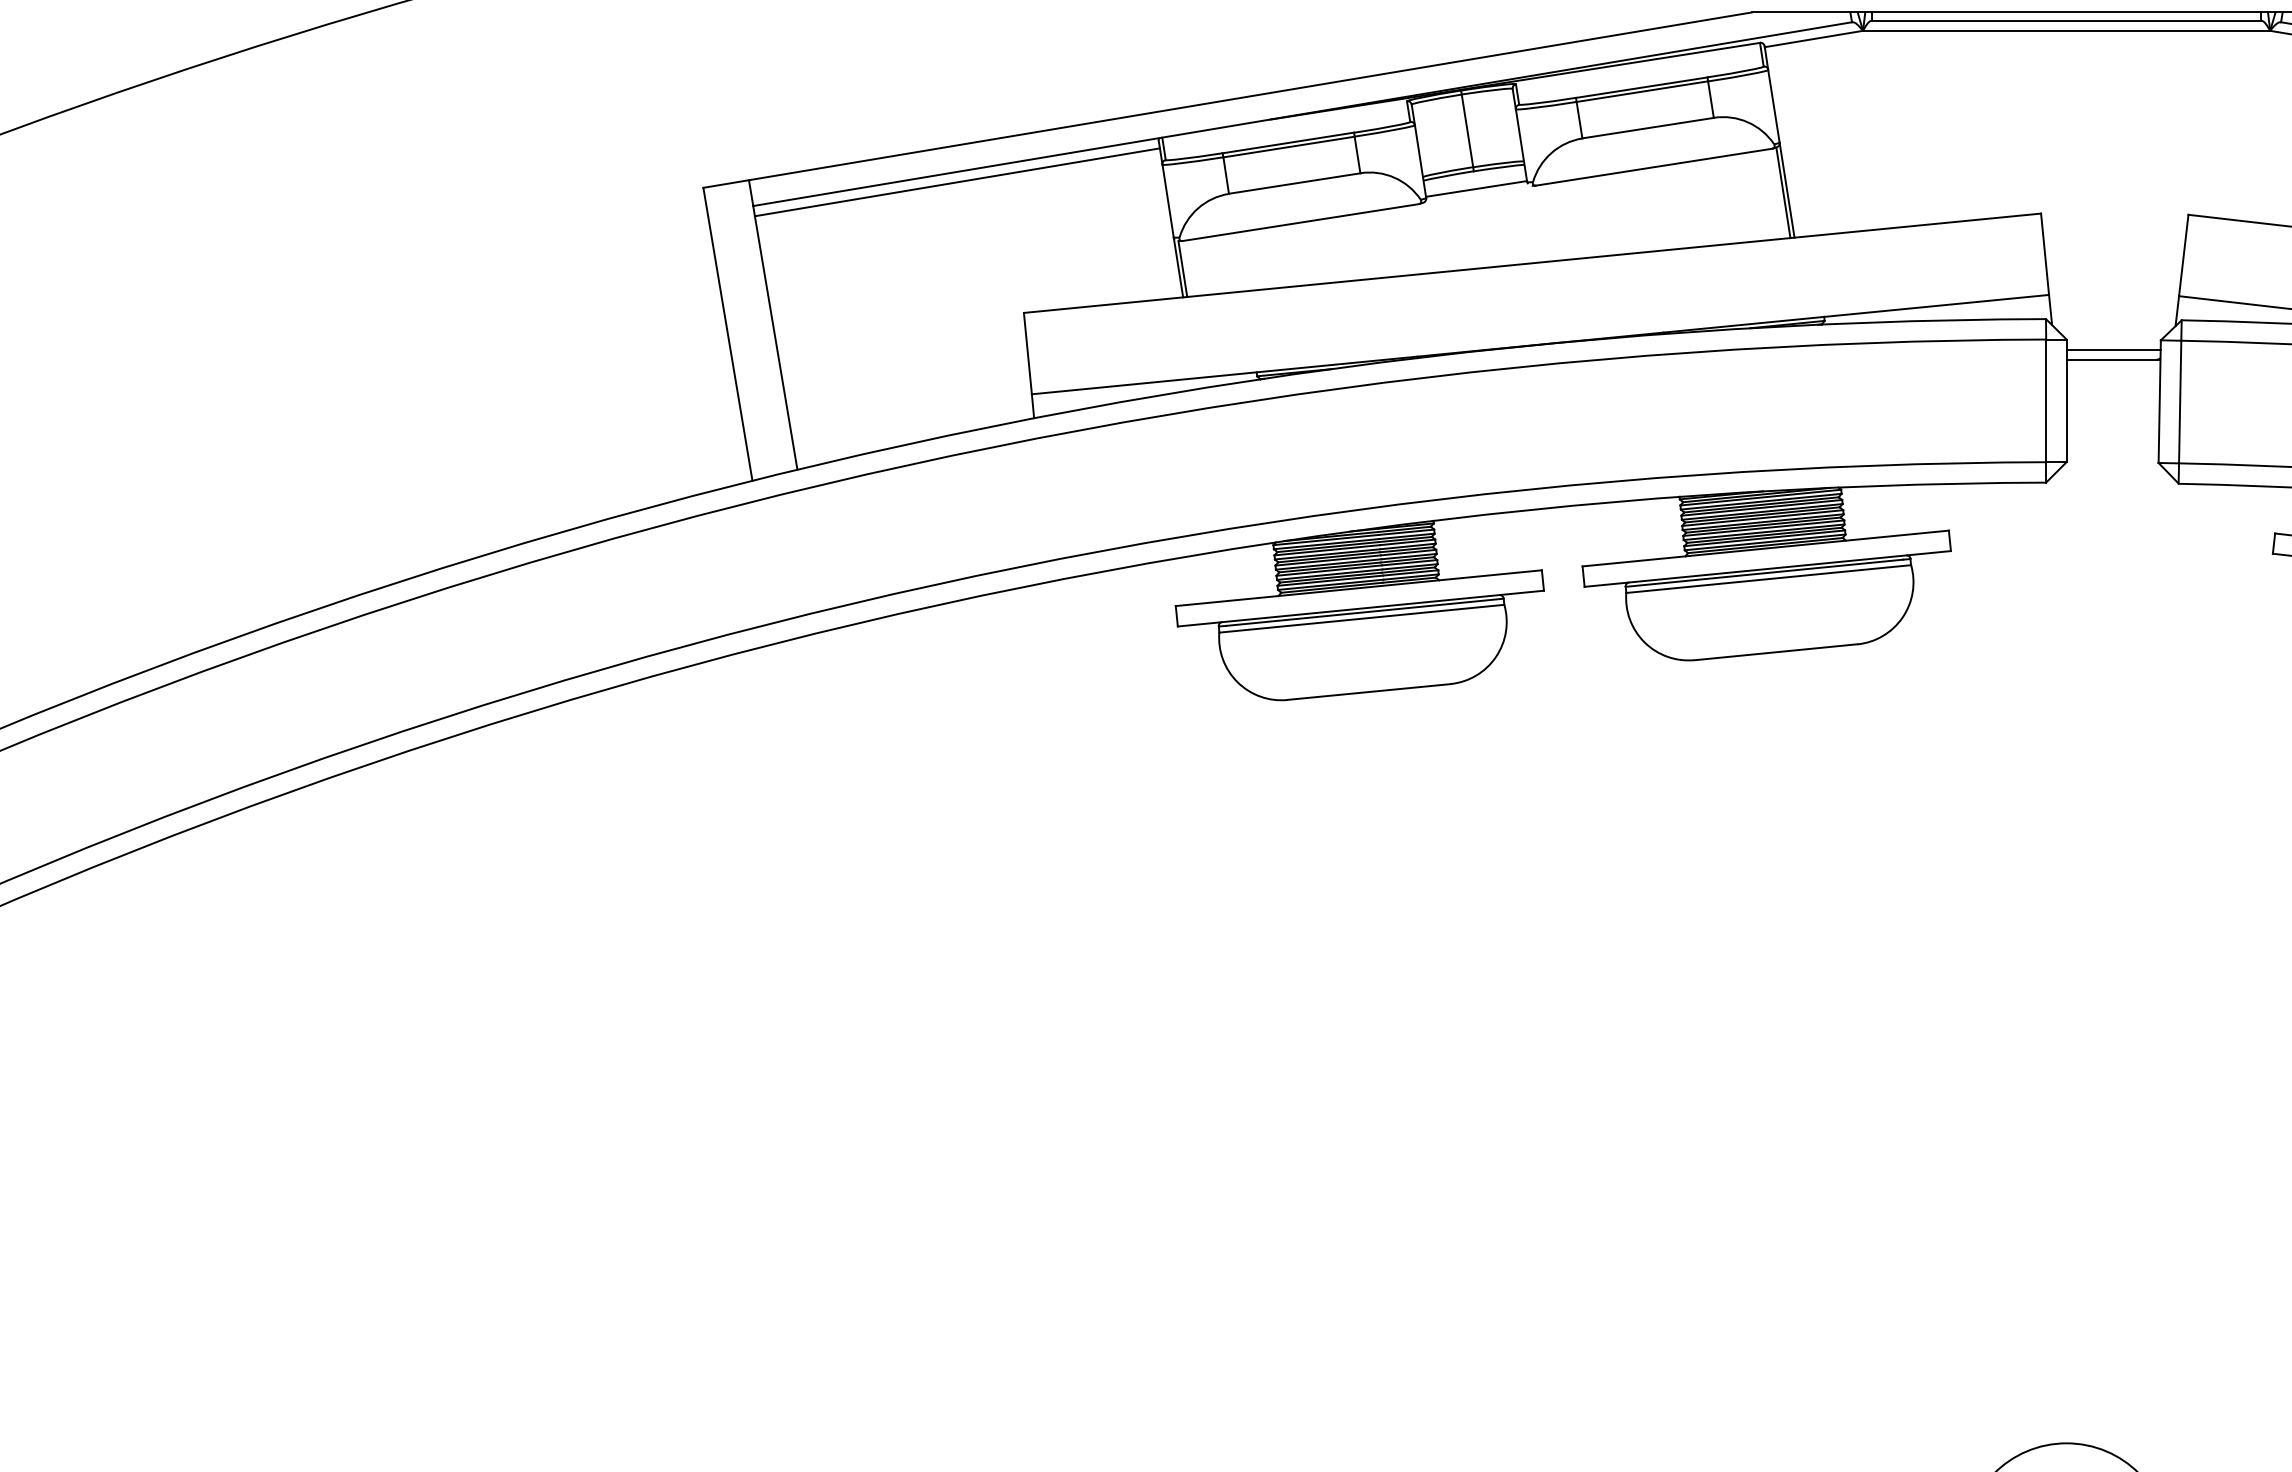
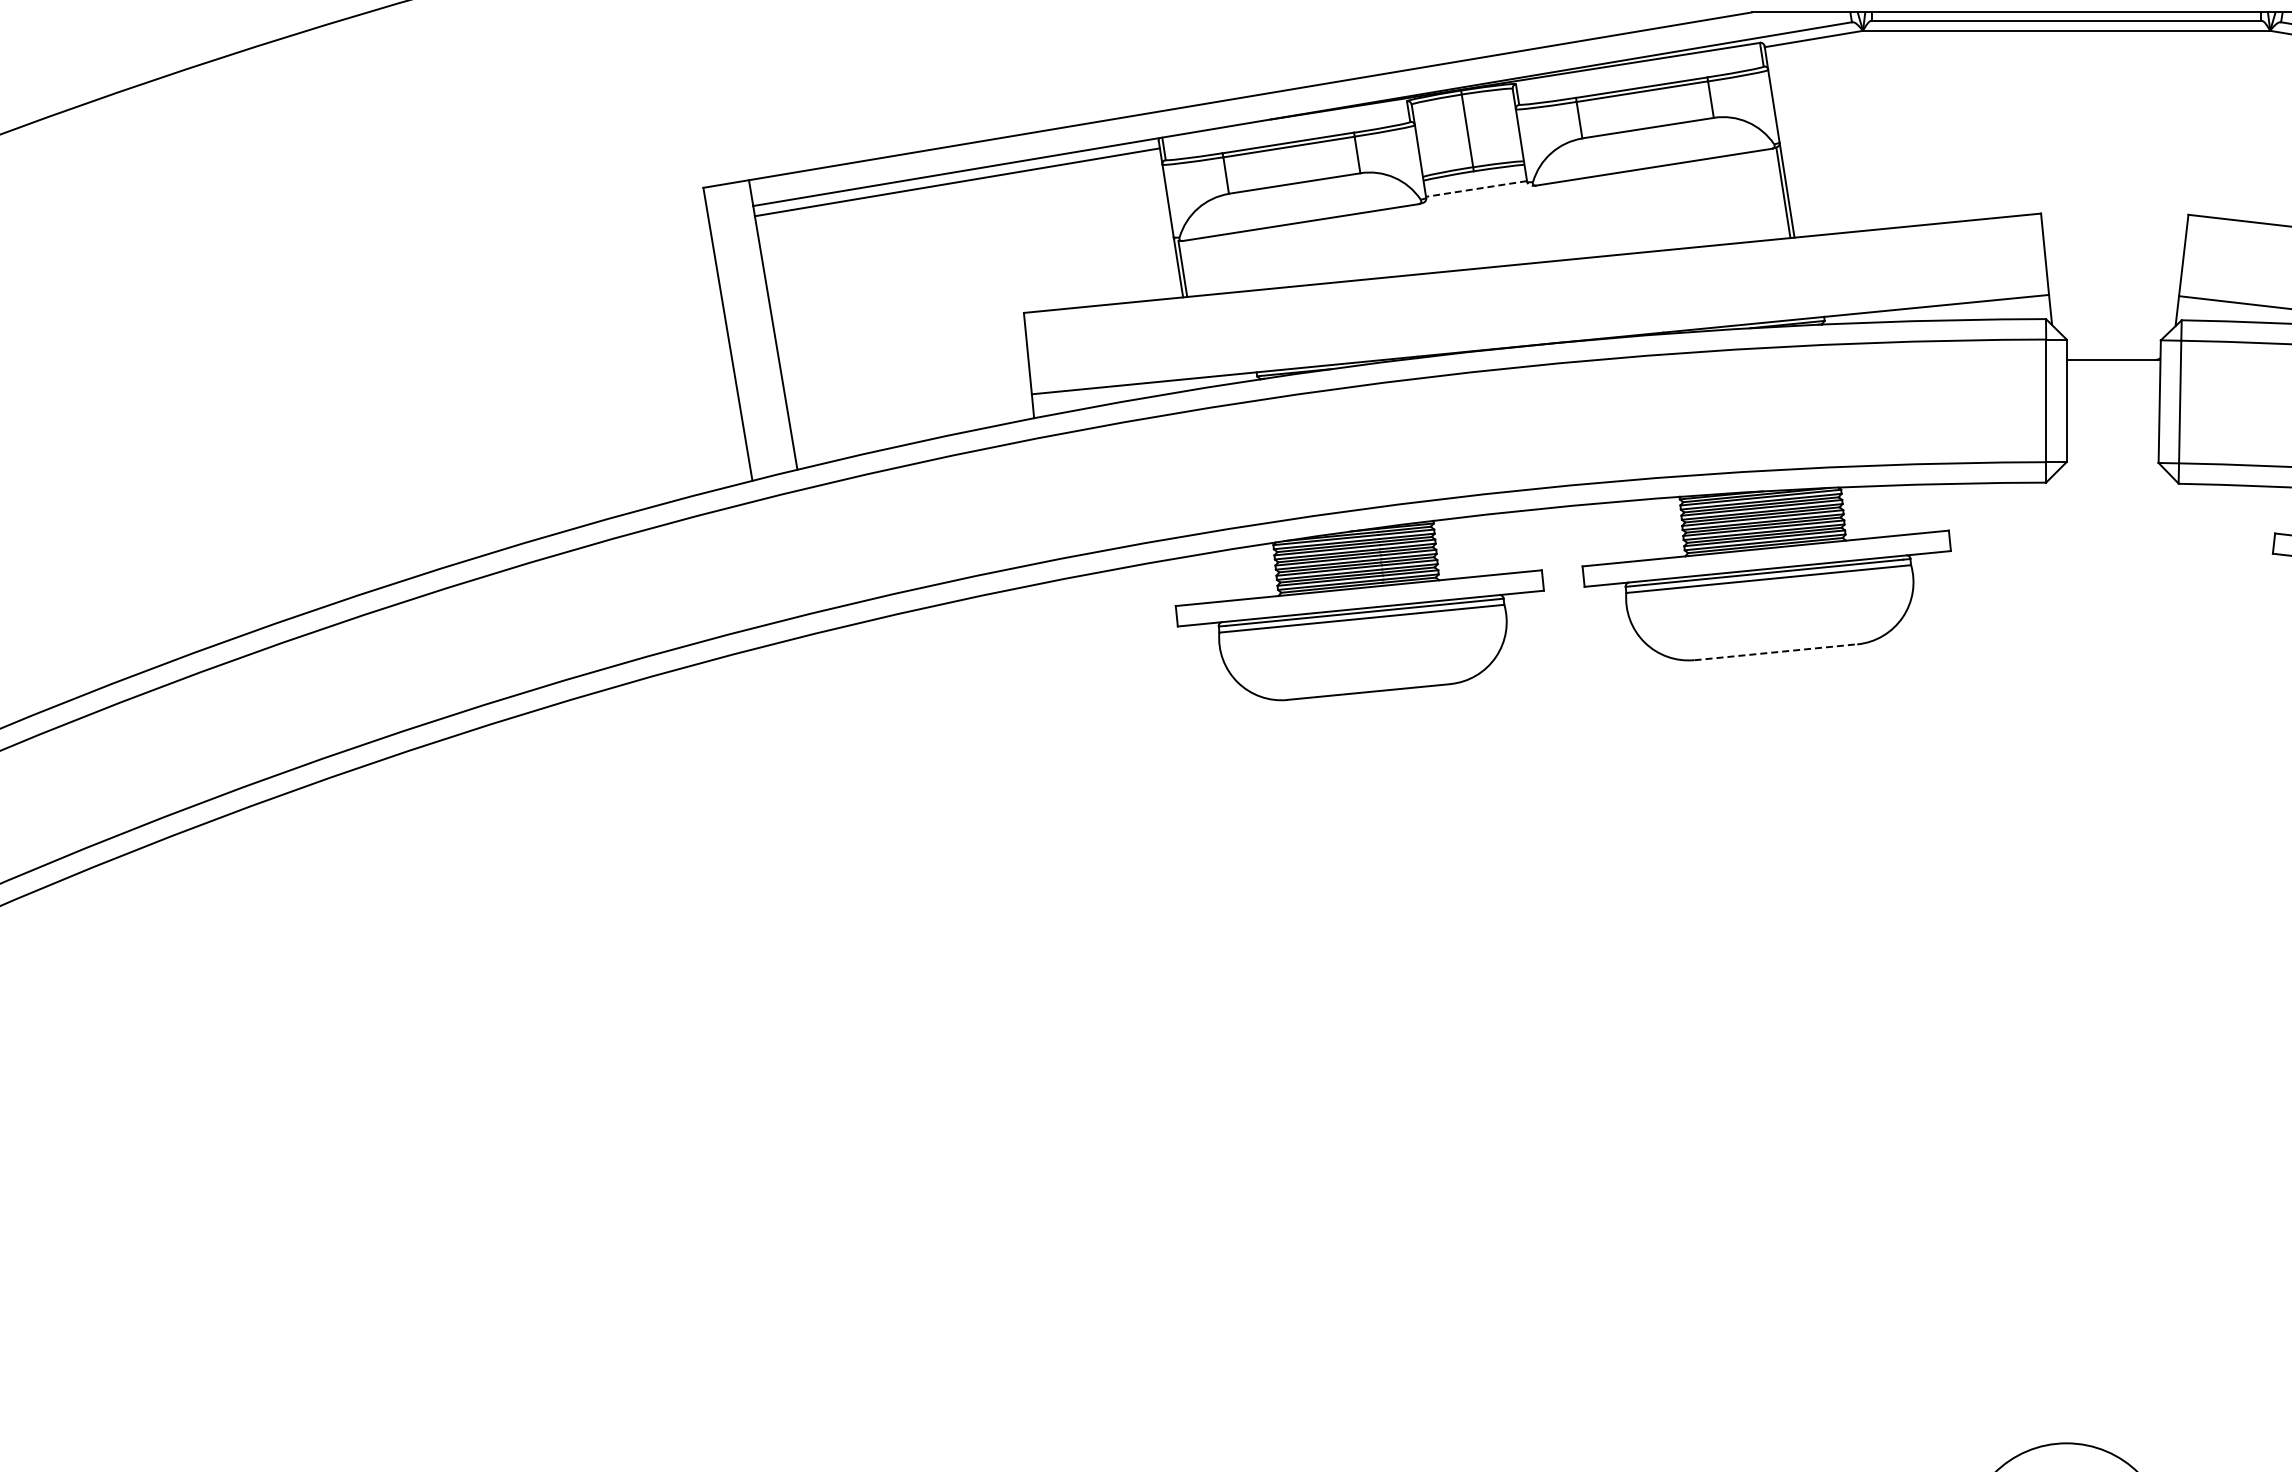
line at (1476, 189): solid -> dashed
line at (2113, 349): present -> none
line at (1775, 652): solid -> dashed
